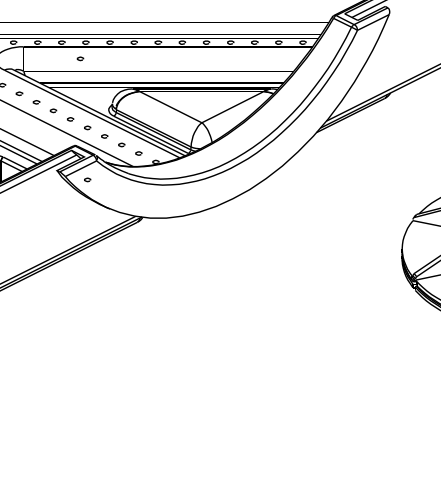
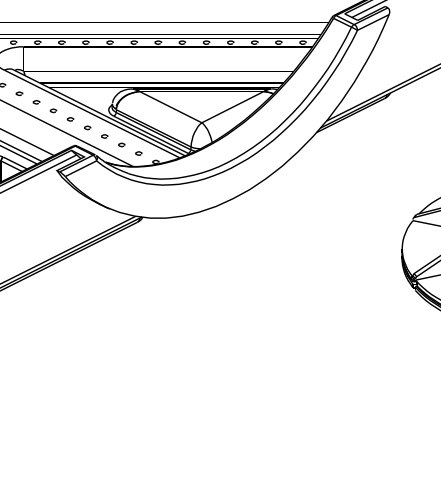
curve at (80, 57): present -> none
curve at (87, 178): present -> none
